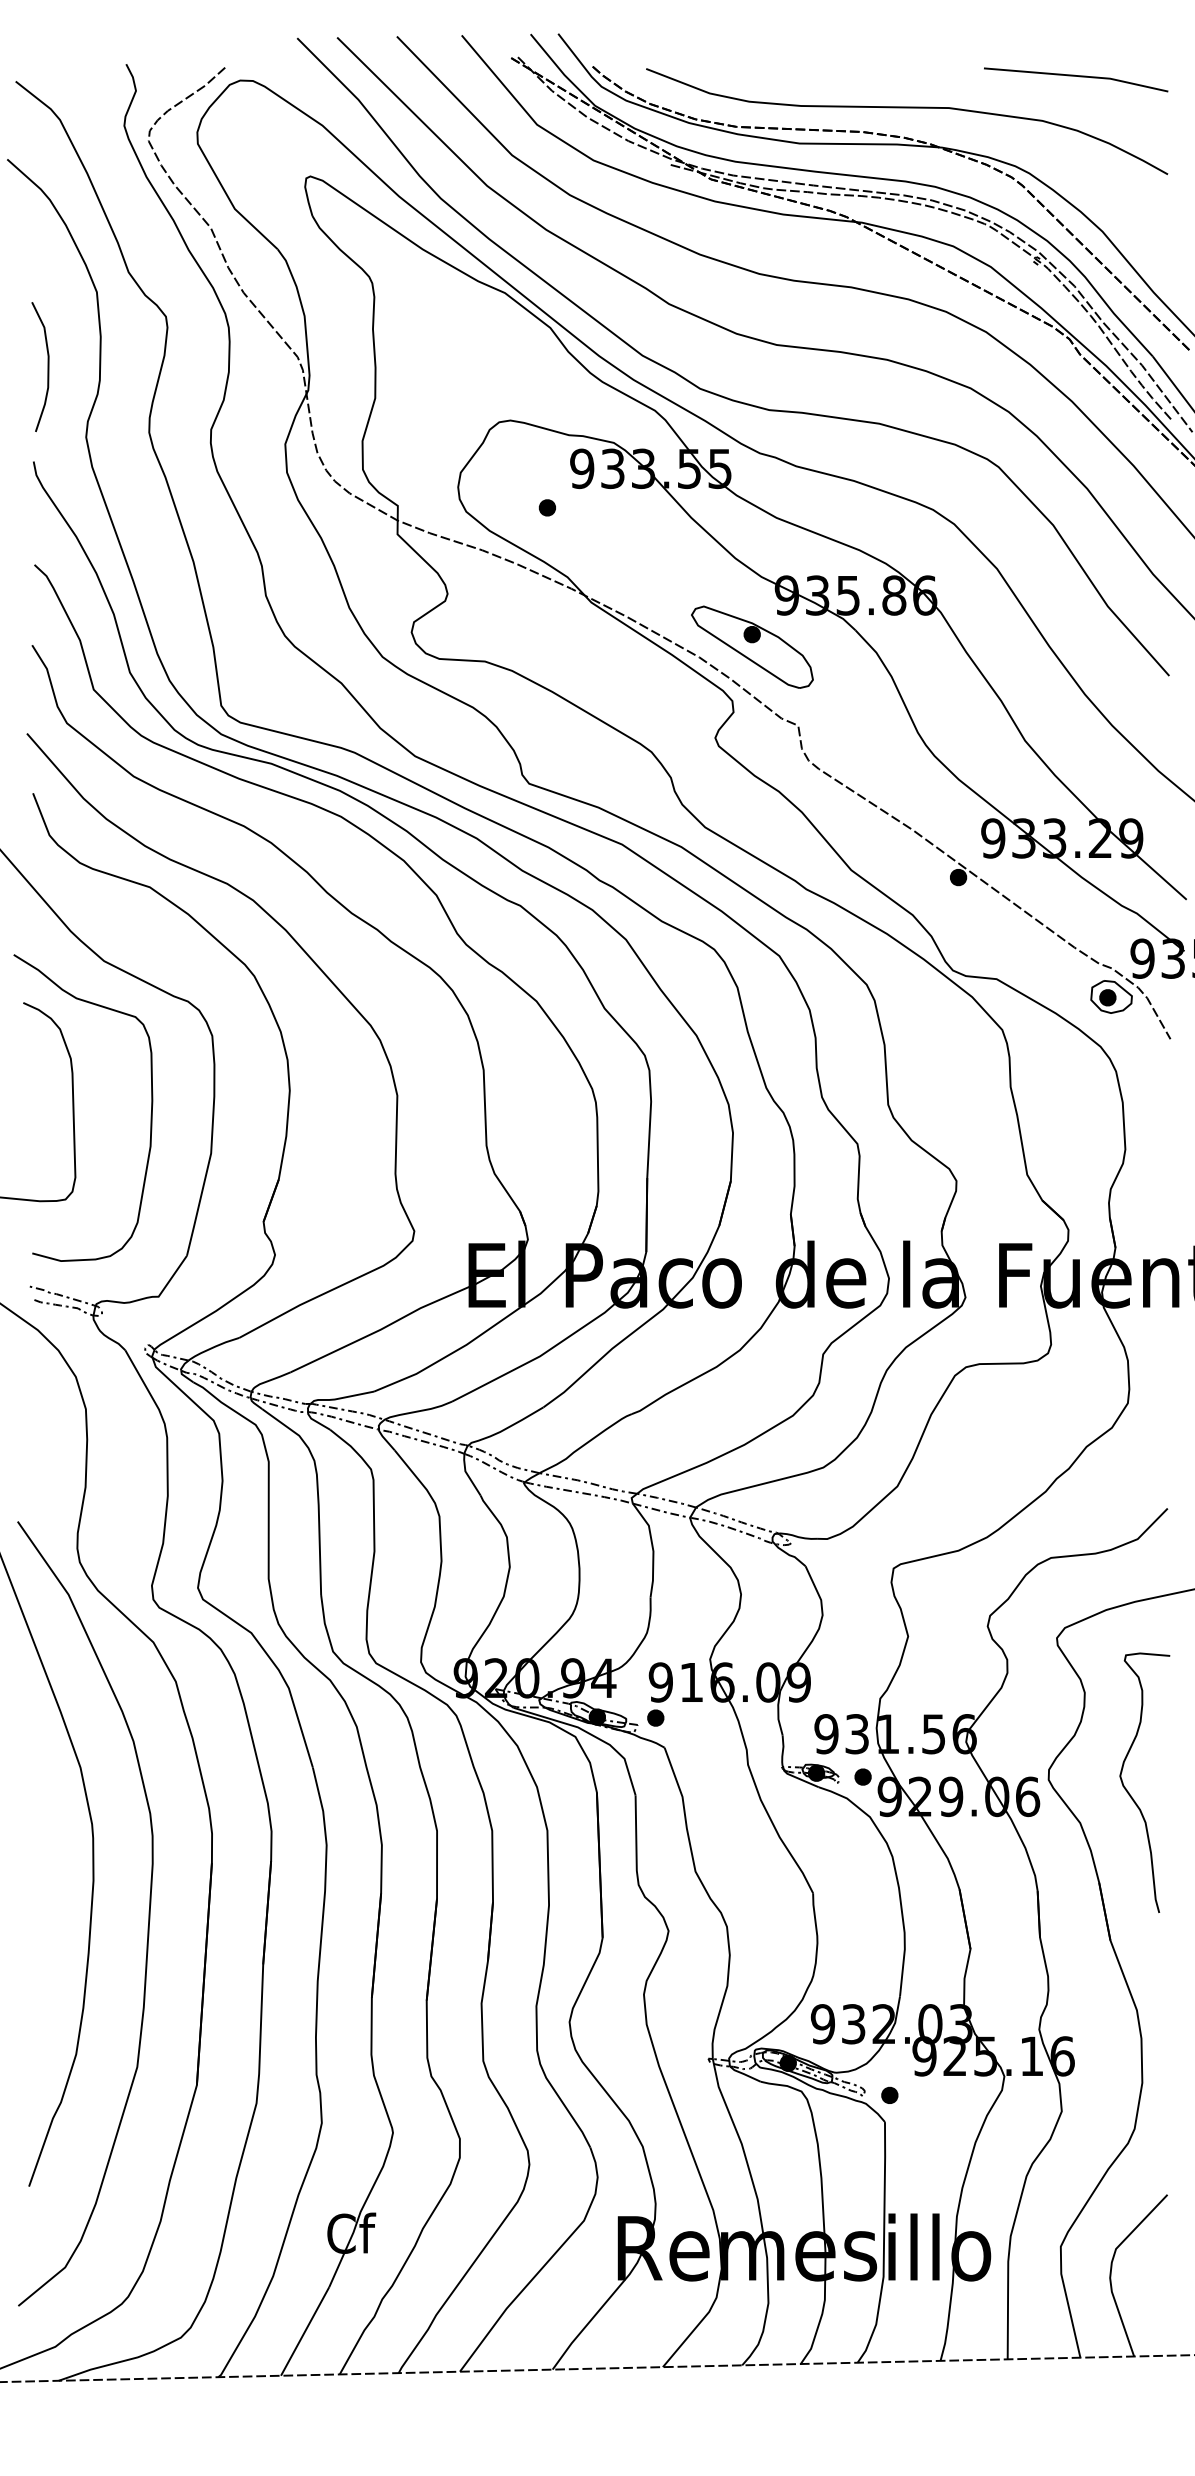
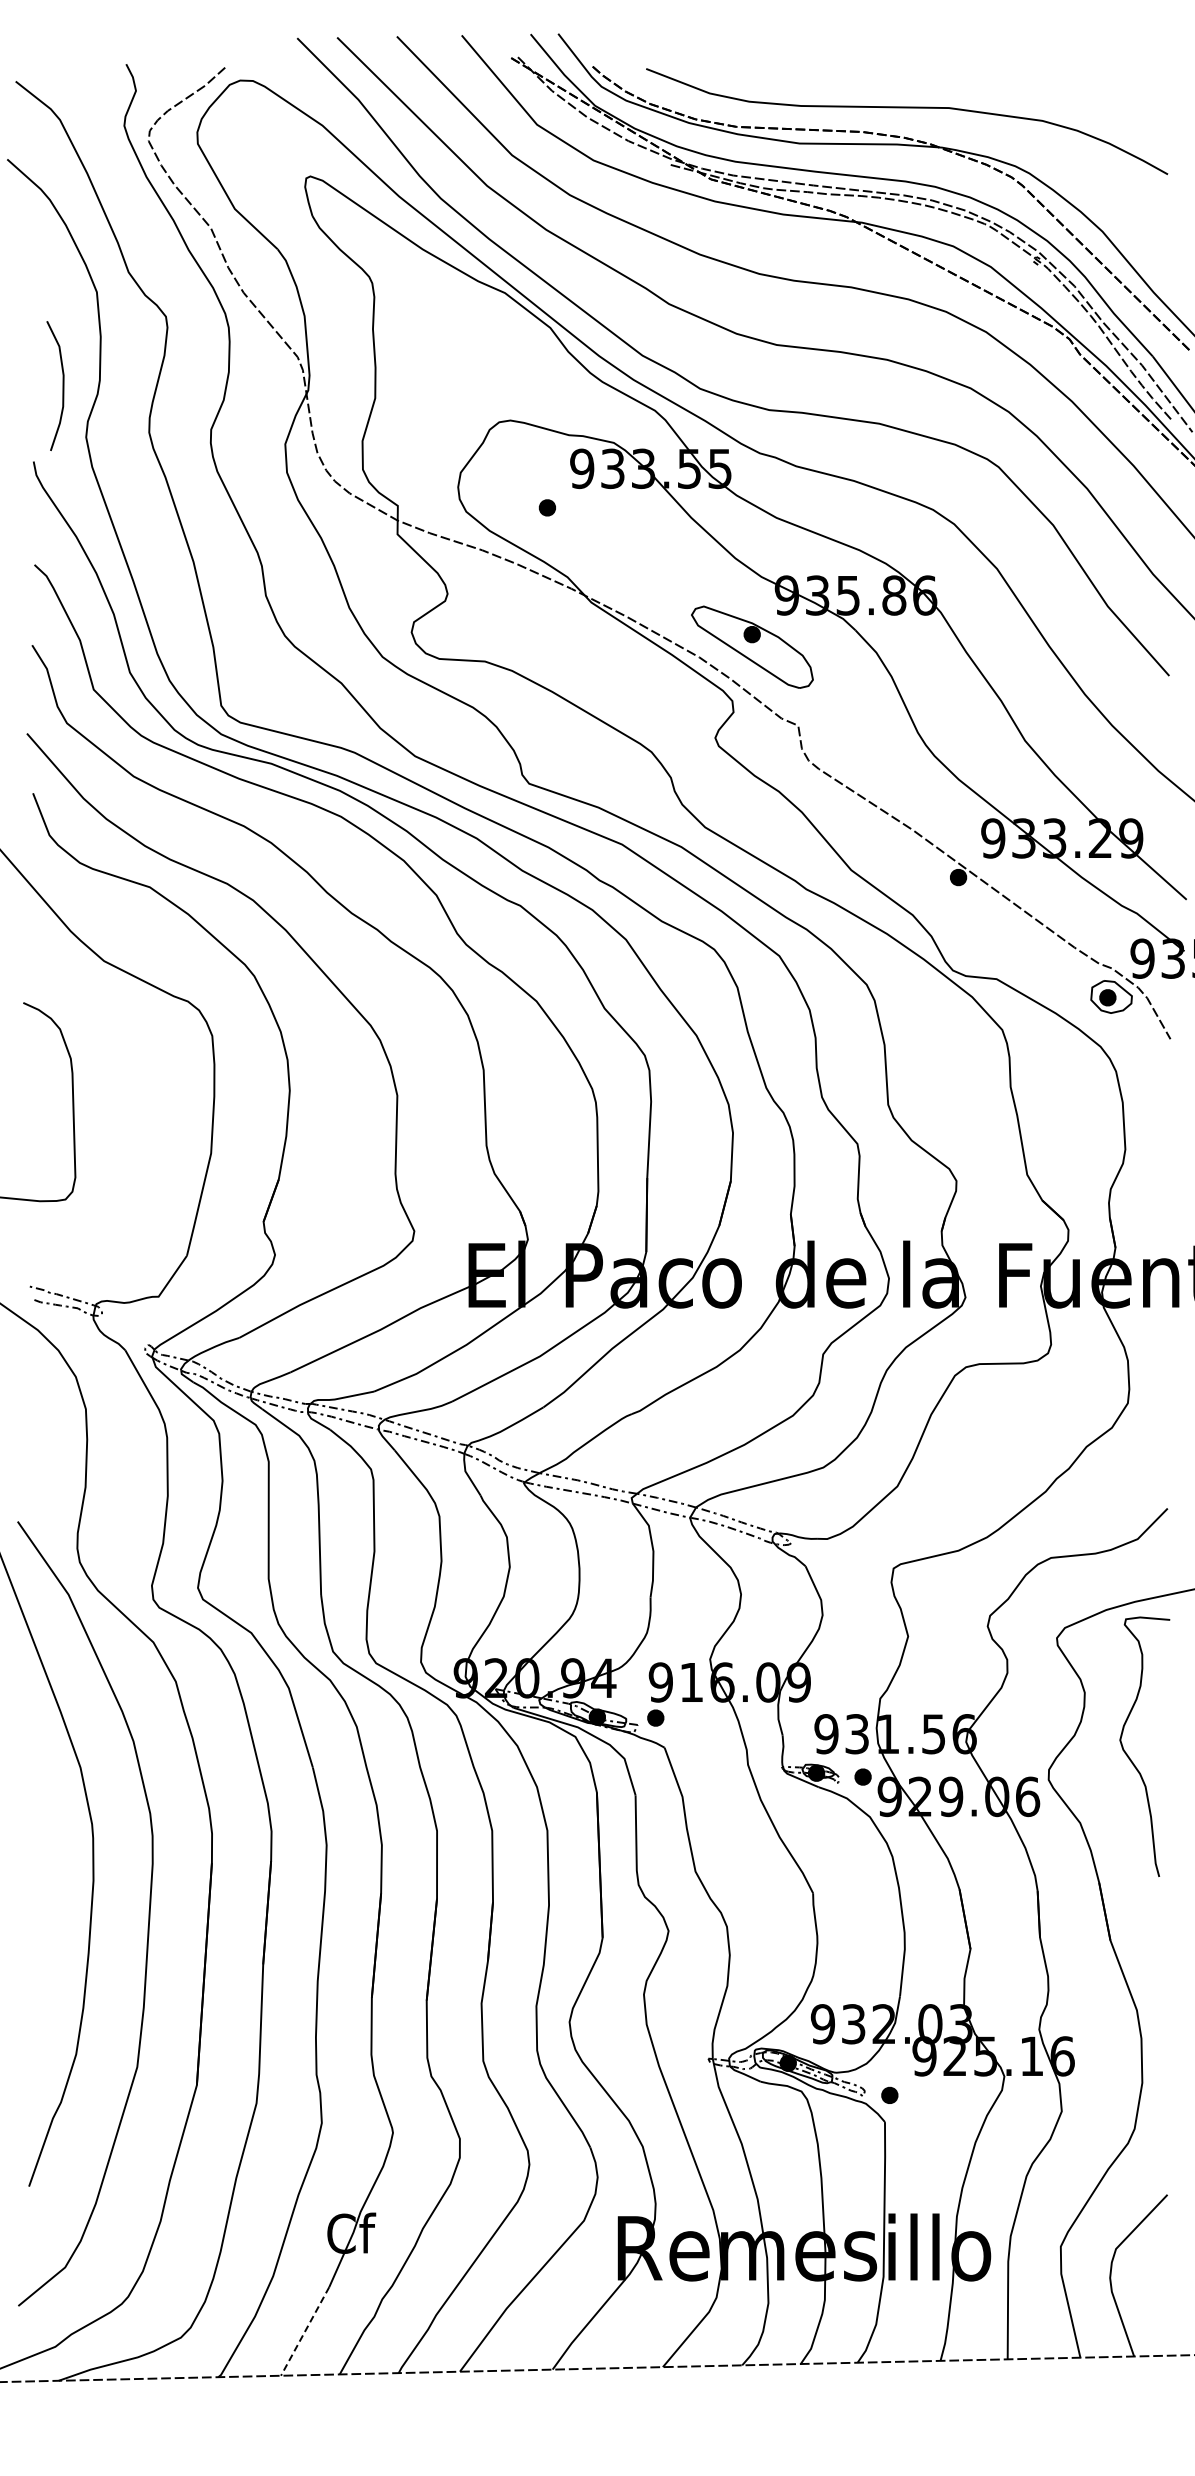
line at (1076, 76): present -> none
curve at (47, 366) position: (47, 366) -> (62, 385)
curve at (150, 1114): present -> none
curve at (1129, 1792) position: (1129, 1792) -> (1129, 1756)
line at (304, 2331): solid -> dashed
